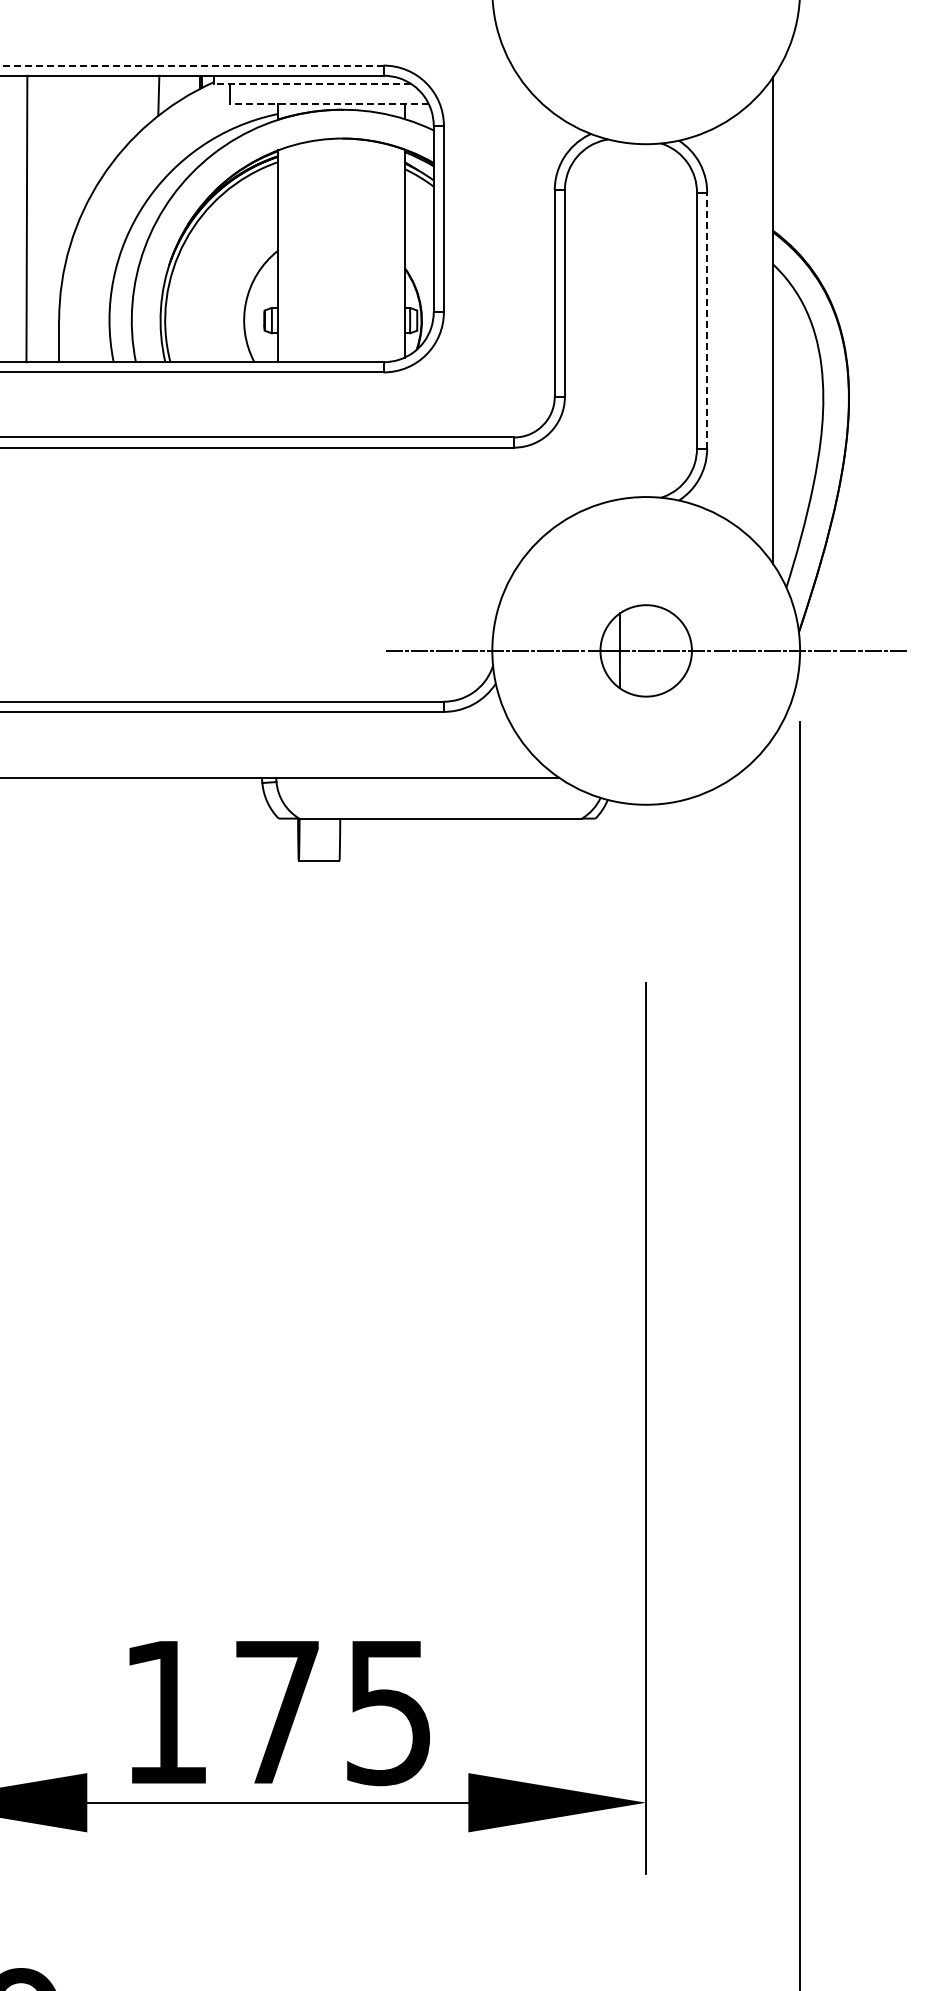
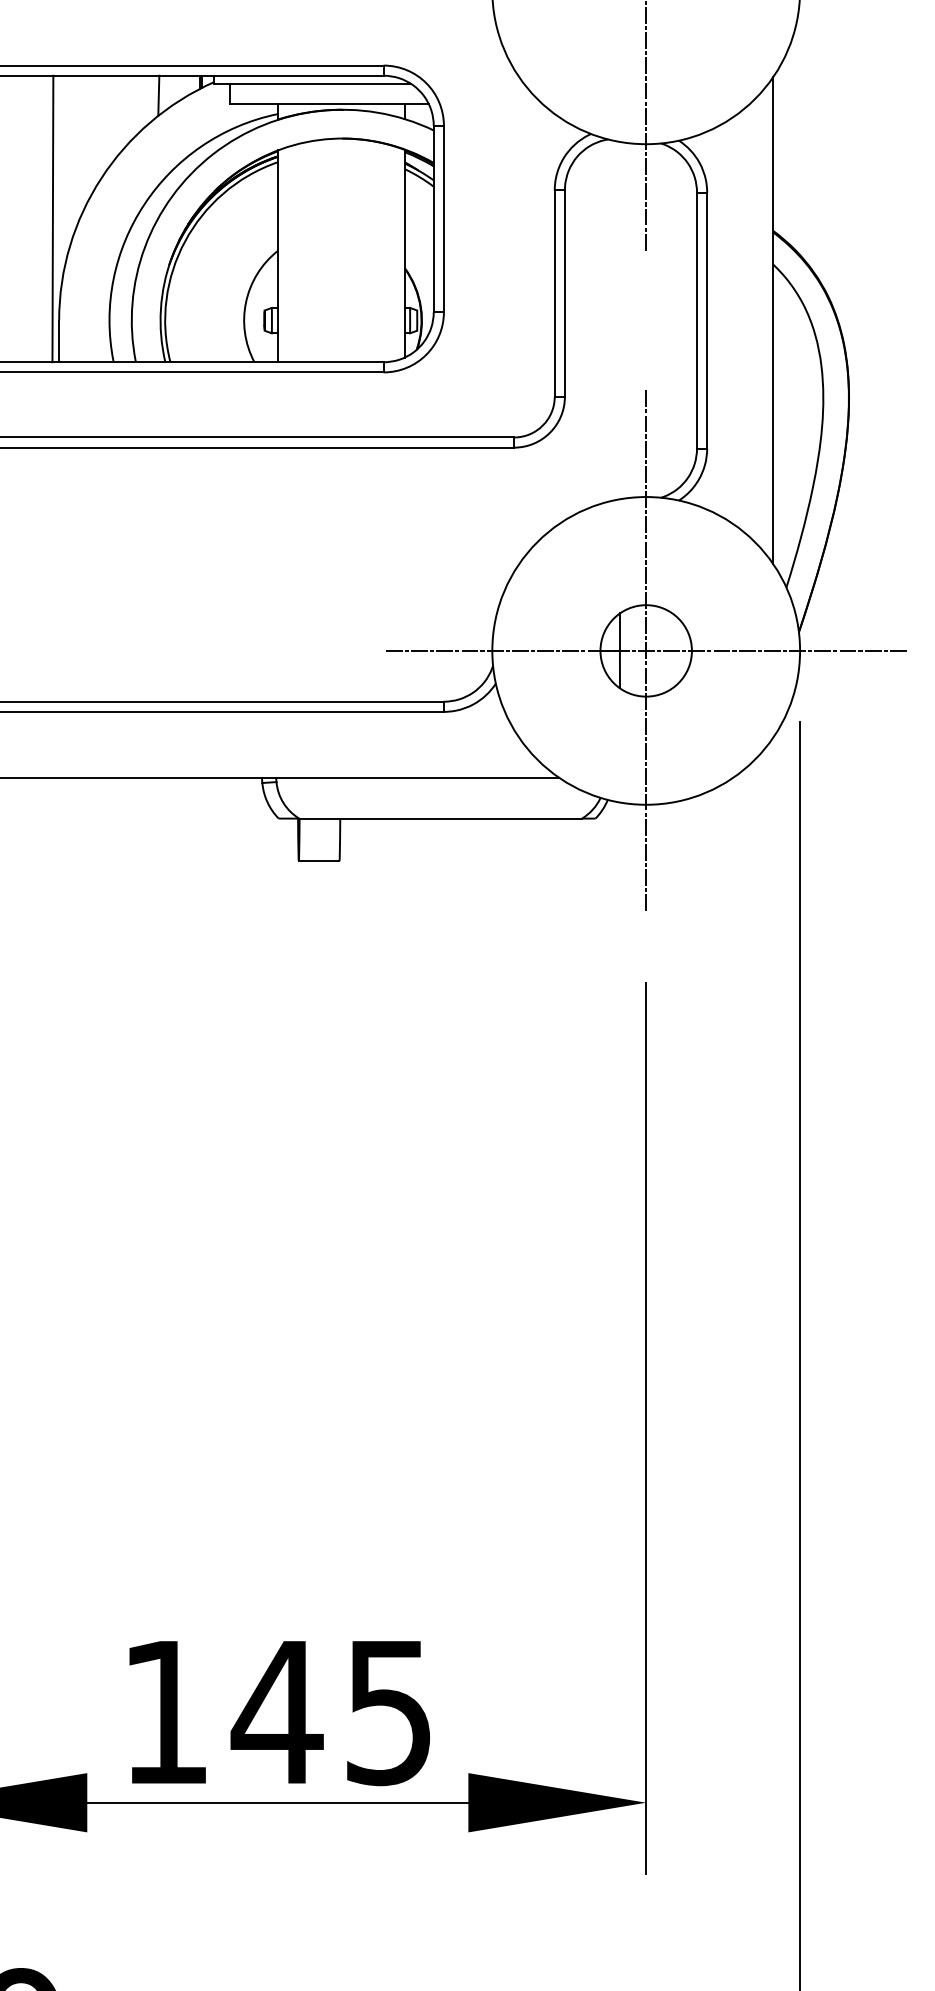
line at (191, 65): dashed -> solid
line at (312, 83): dashed -> solid
line at (329, 104): dashed -> solid
line at (646, 126): none -> present
line at (26, 218) position: (26, 218) -> (52, 218)
line at (707, 320): dashed -> solid
line at (646, 650): none -> present
text at (276, 1712): 175 -> 145
